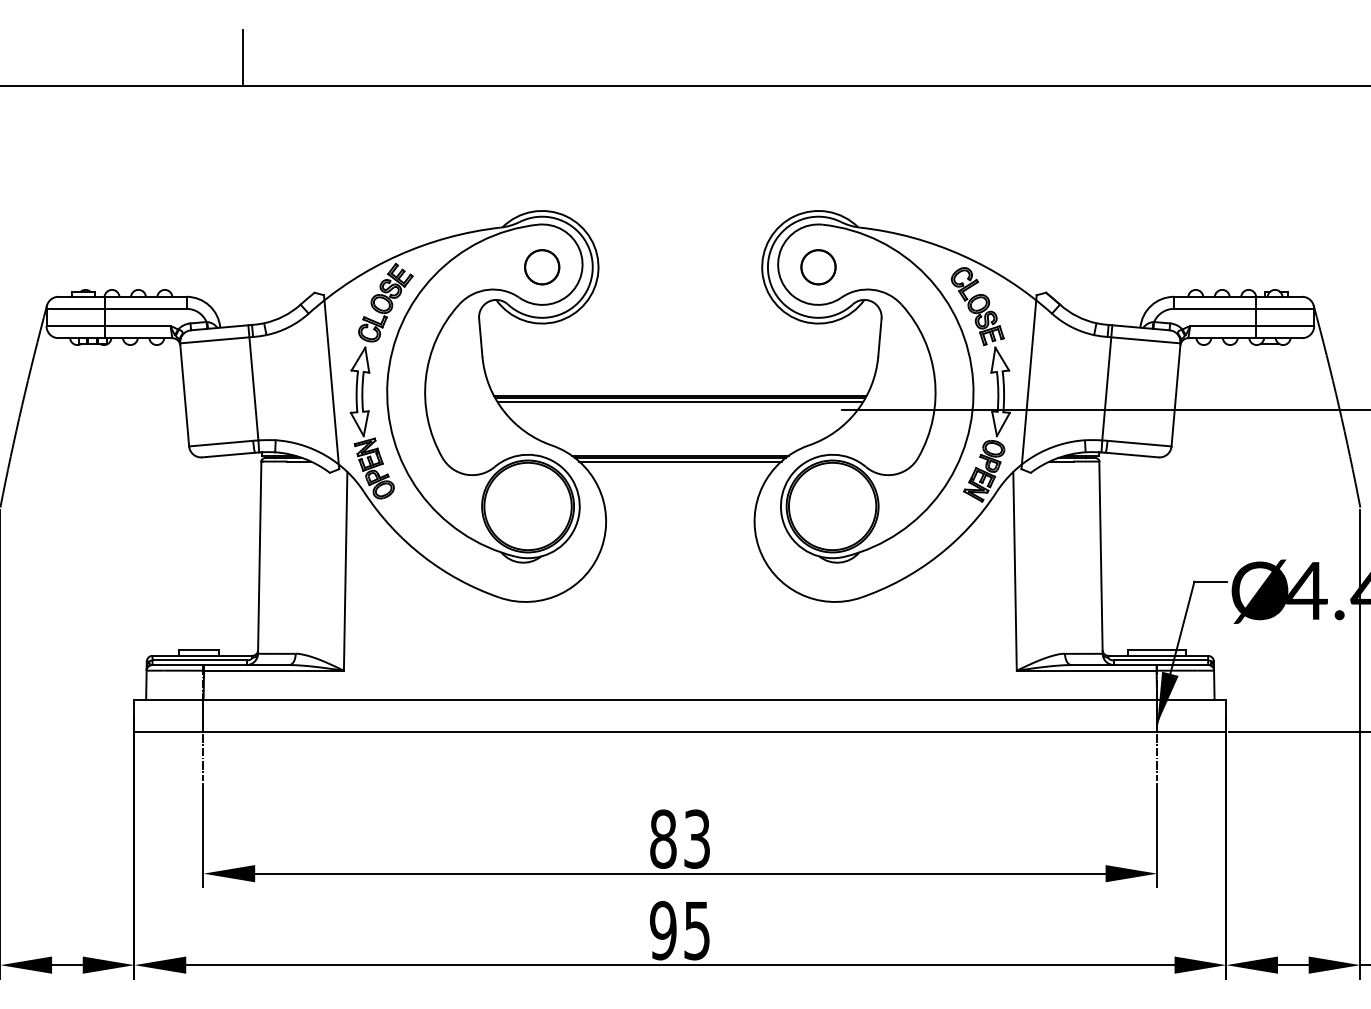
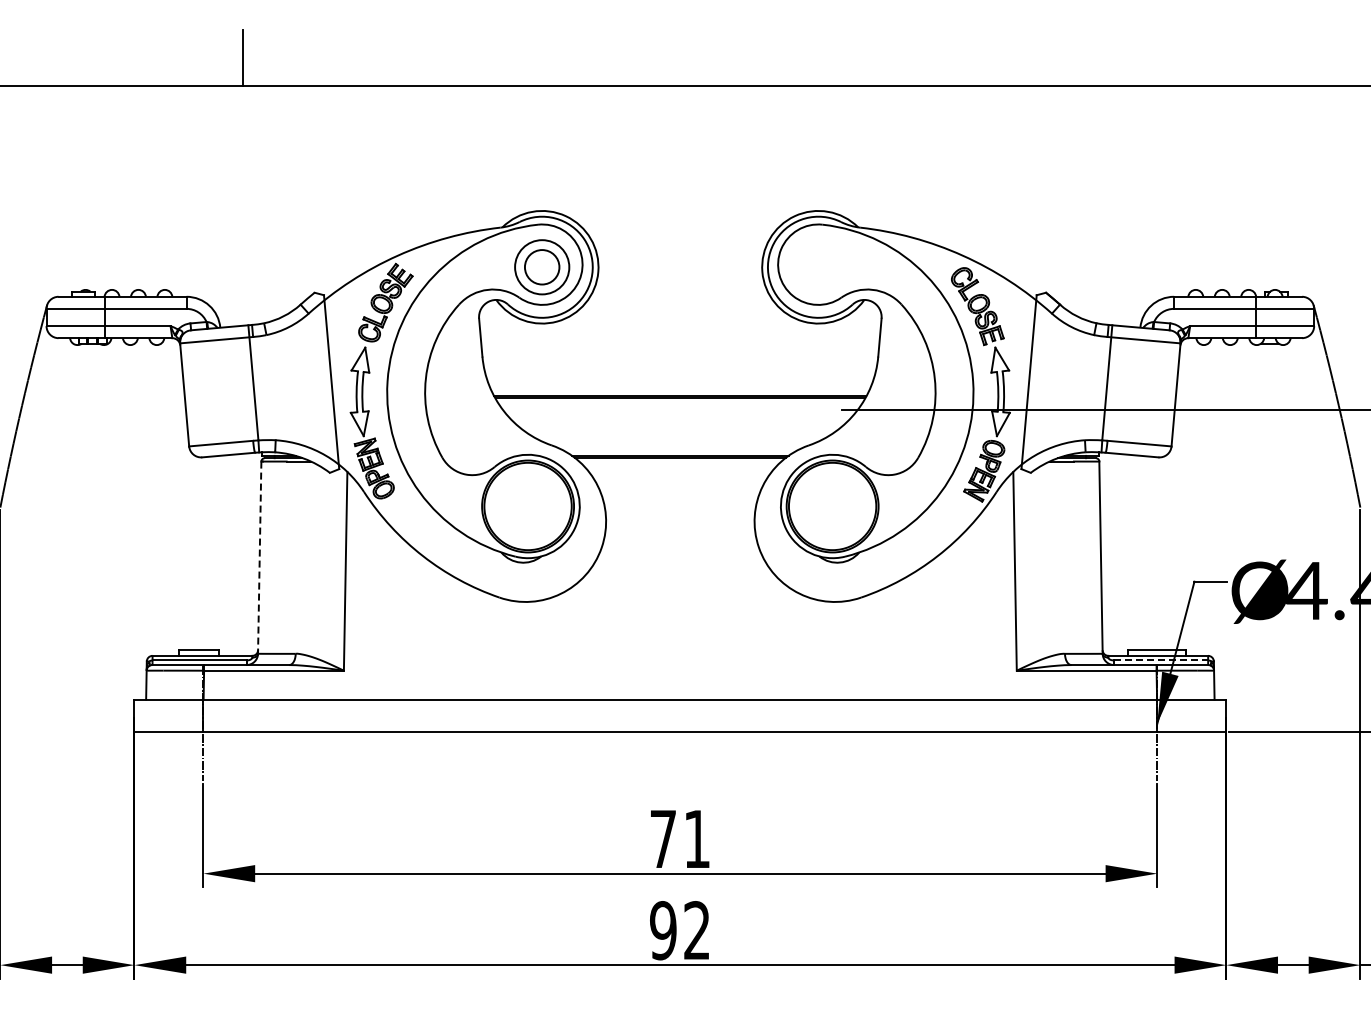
circle at (542, 267) diameter: 34 px -> 54 px
circle at (818, 267): present -> none
line at (679, 401): present -> none
line at (680, 461): present -> none
line at (259, 558): solid -> dashed
line at (1161, 660): solid -> dashed
text at (679, 838): 83 -> 71
text at (696, 930): 95 -> 92
